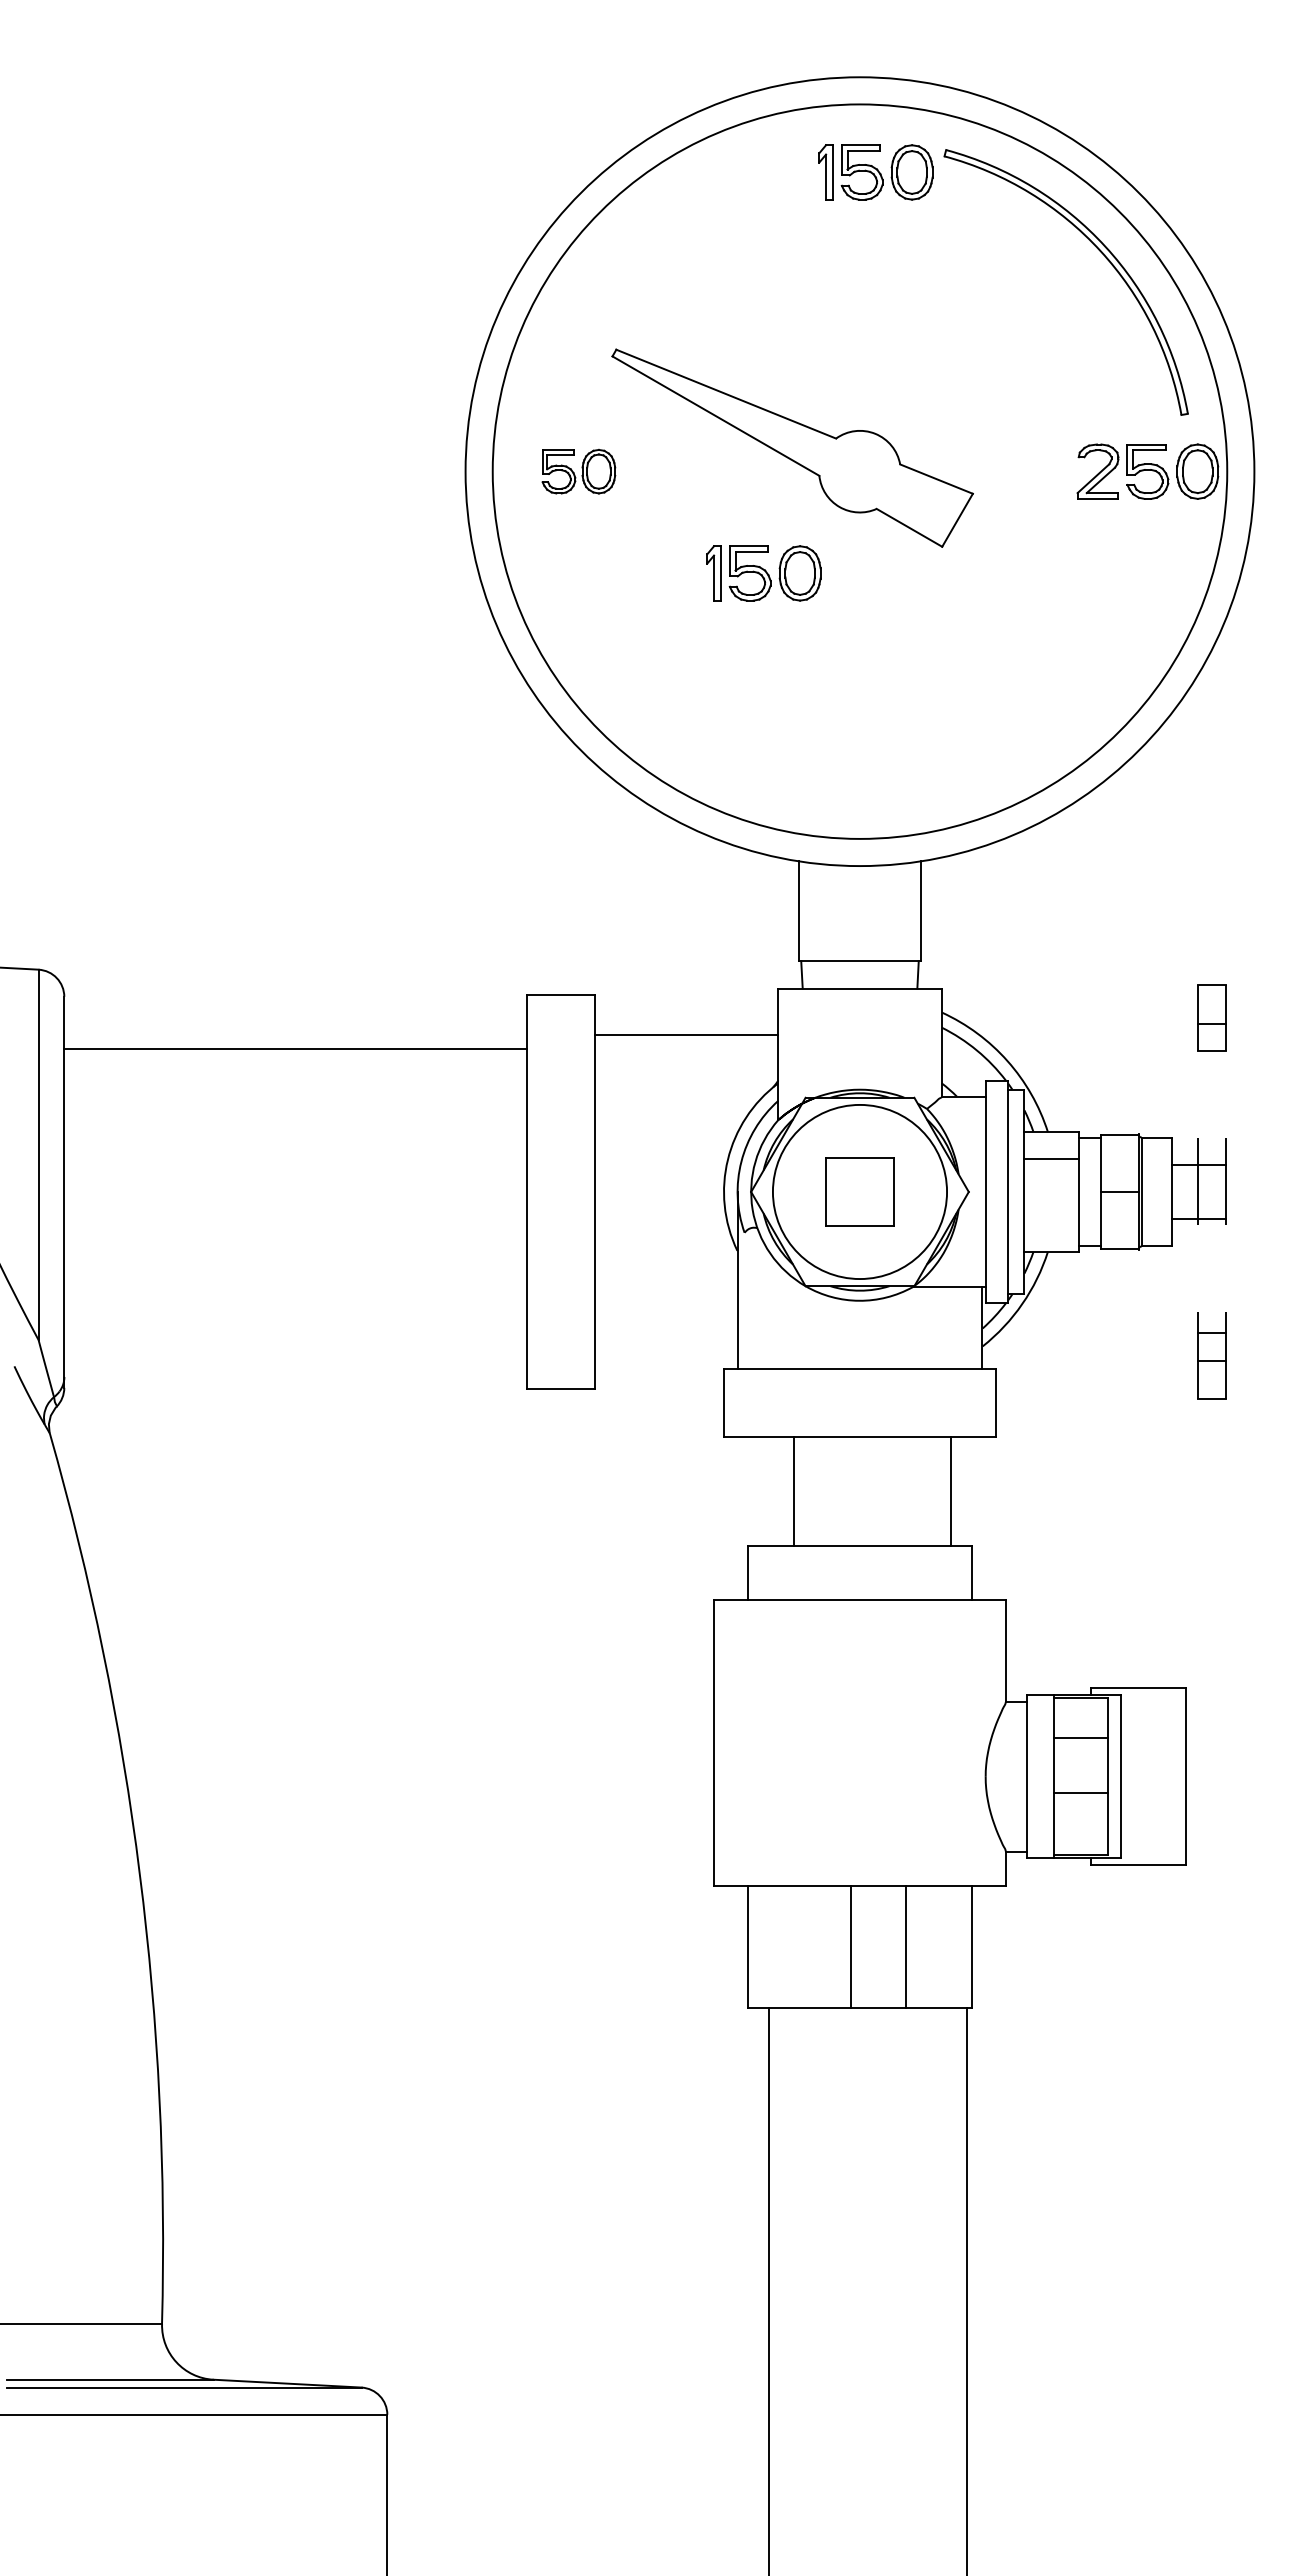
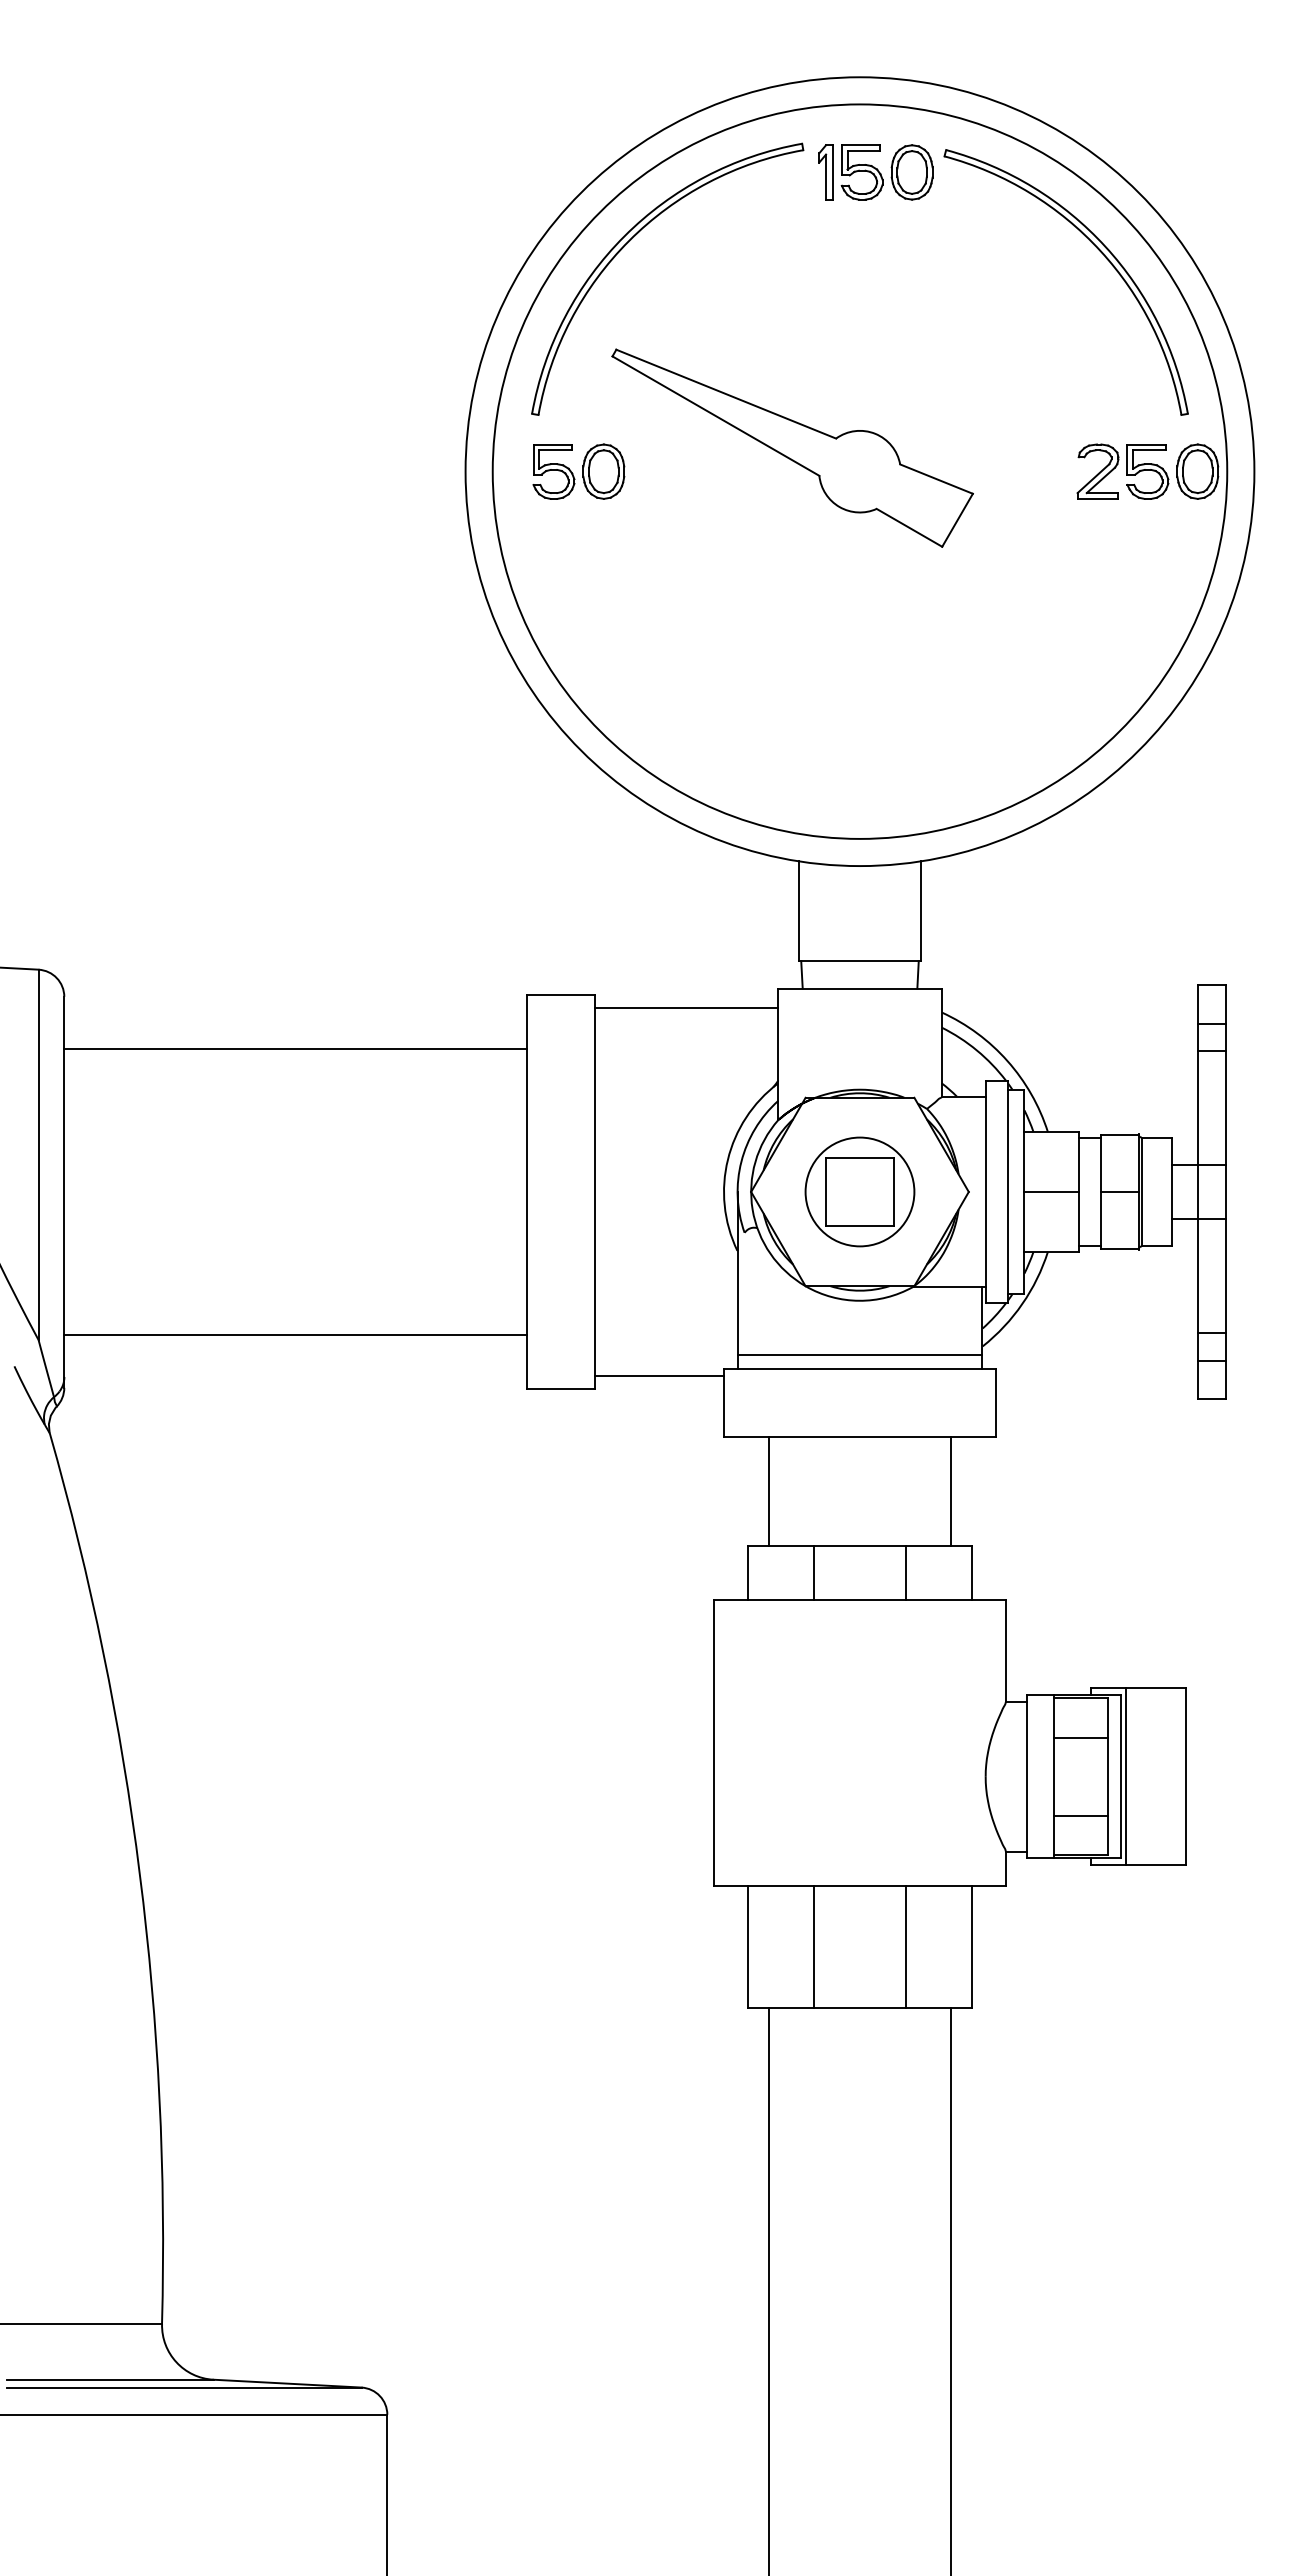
part at (635, 236): none -> present
part at (578, 471) size: 76x47 px -> 94x57 px
part at (763, 573): present -> none
line at (686, 1035) position: (686, 1035) -> (686, 1008)
line at (1051, 1158) position: (1051, 1158) -> (1051, 1191)
circle at (859, 1191) diameter: 174 px -> 109 px
line at (1198, 1191): dashed -> solid
line at (1225, 1191): dashed -> solid
line at (295, 1334): none -> present
line at (859, 1355): none -> present
line at (659, 1375): none -> present
line at (793, 1490) position: (793, 1490) -> (768, 1490)
line at (813, 1572): none -> present
line at (906, 1572): none -> present
line at (1126, 1776): none -> present
line at (1080, 1793) position: (1080, 1793) -> (1080, 1816)
line at (850, 1946) position: (850, 1946) -> (813, 1946)
line at (967, 2290) position: (967, 2290) -> (951, 2290)
